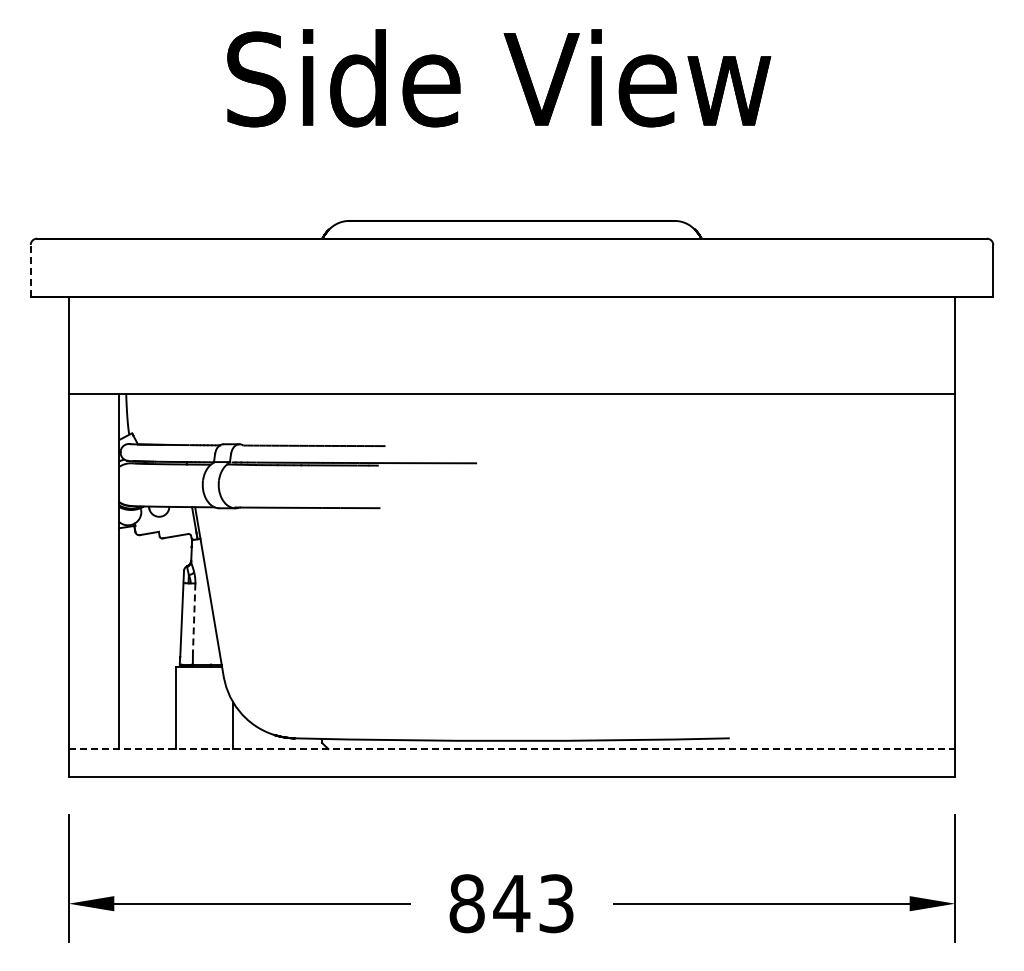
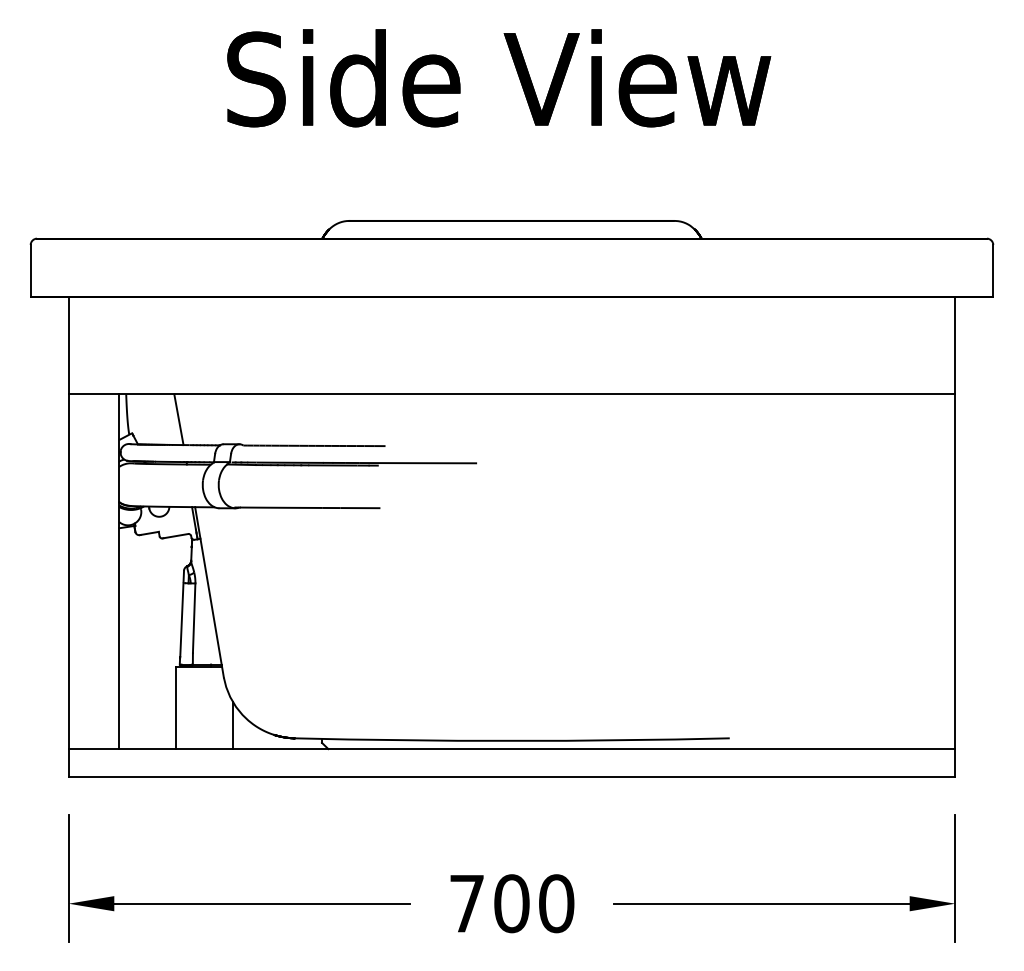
line at (30, 270): dashed -> solid
line at (178, 419): none -> present
line at (194, 618): dashed -> solid
line at (512, 749): dashed -> solid
text at (511, 903): 843 -> 700
